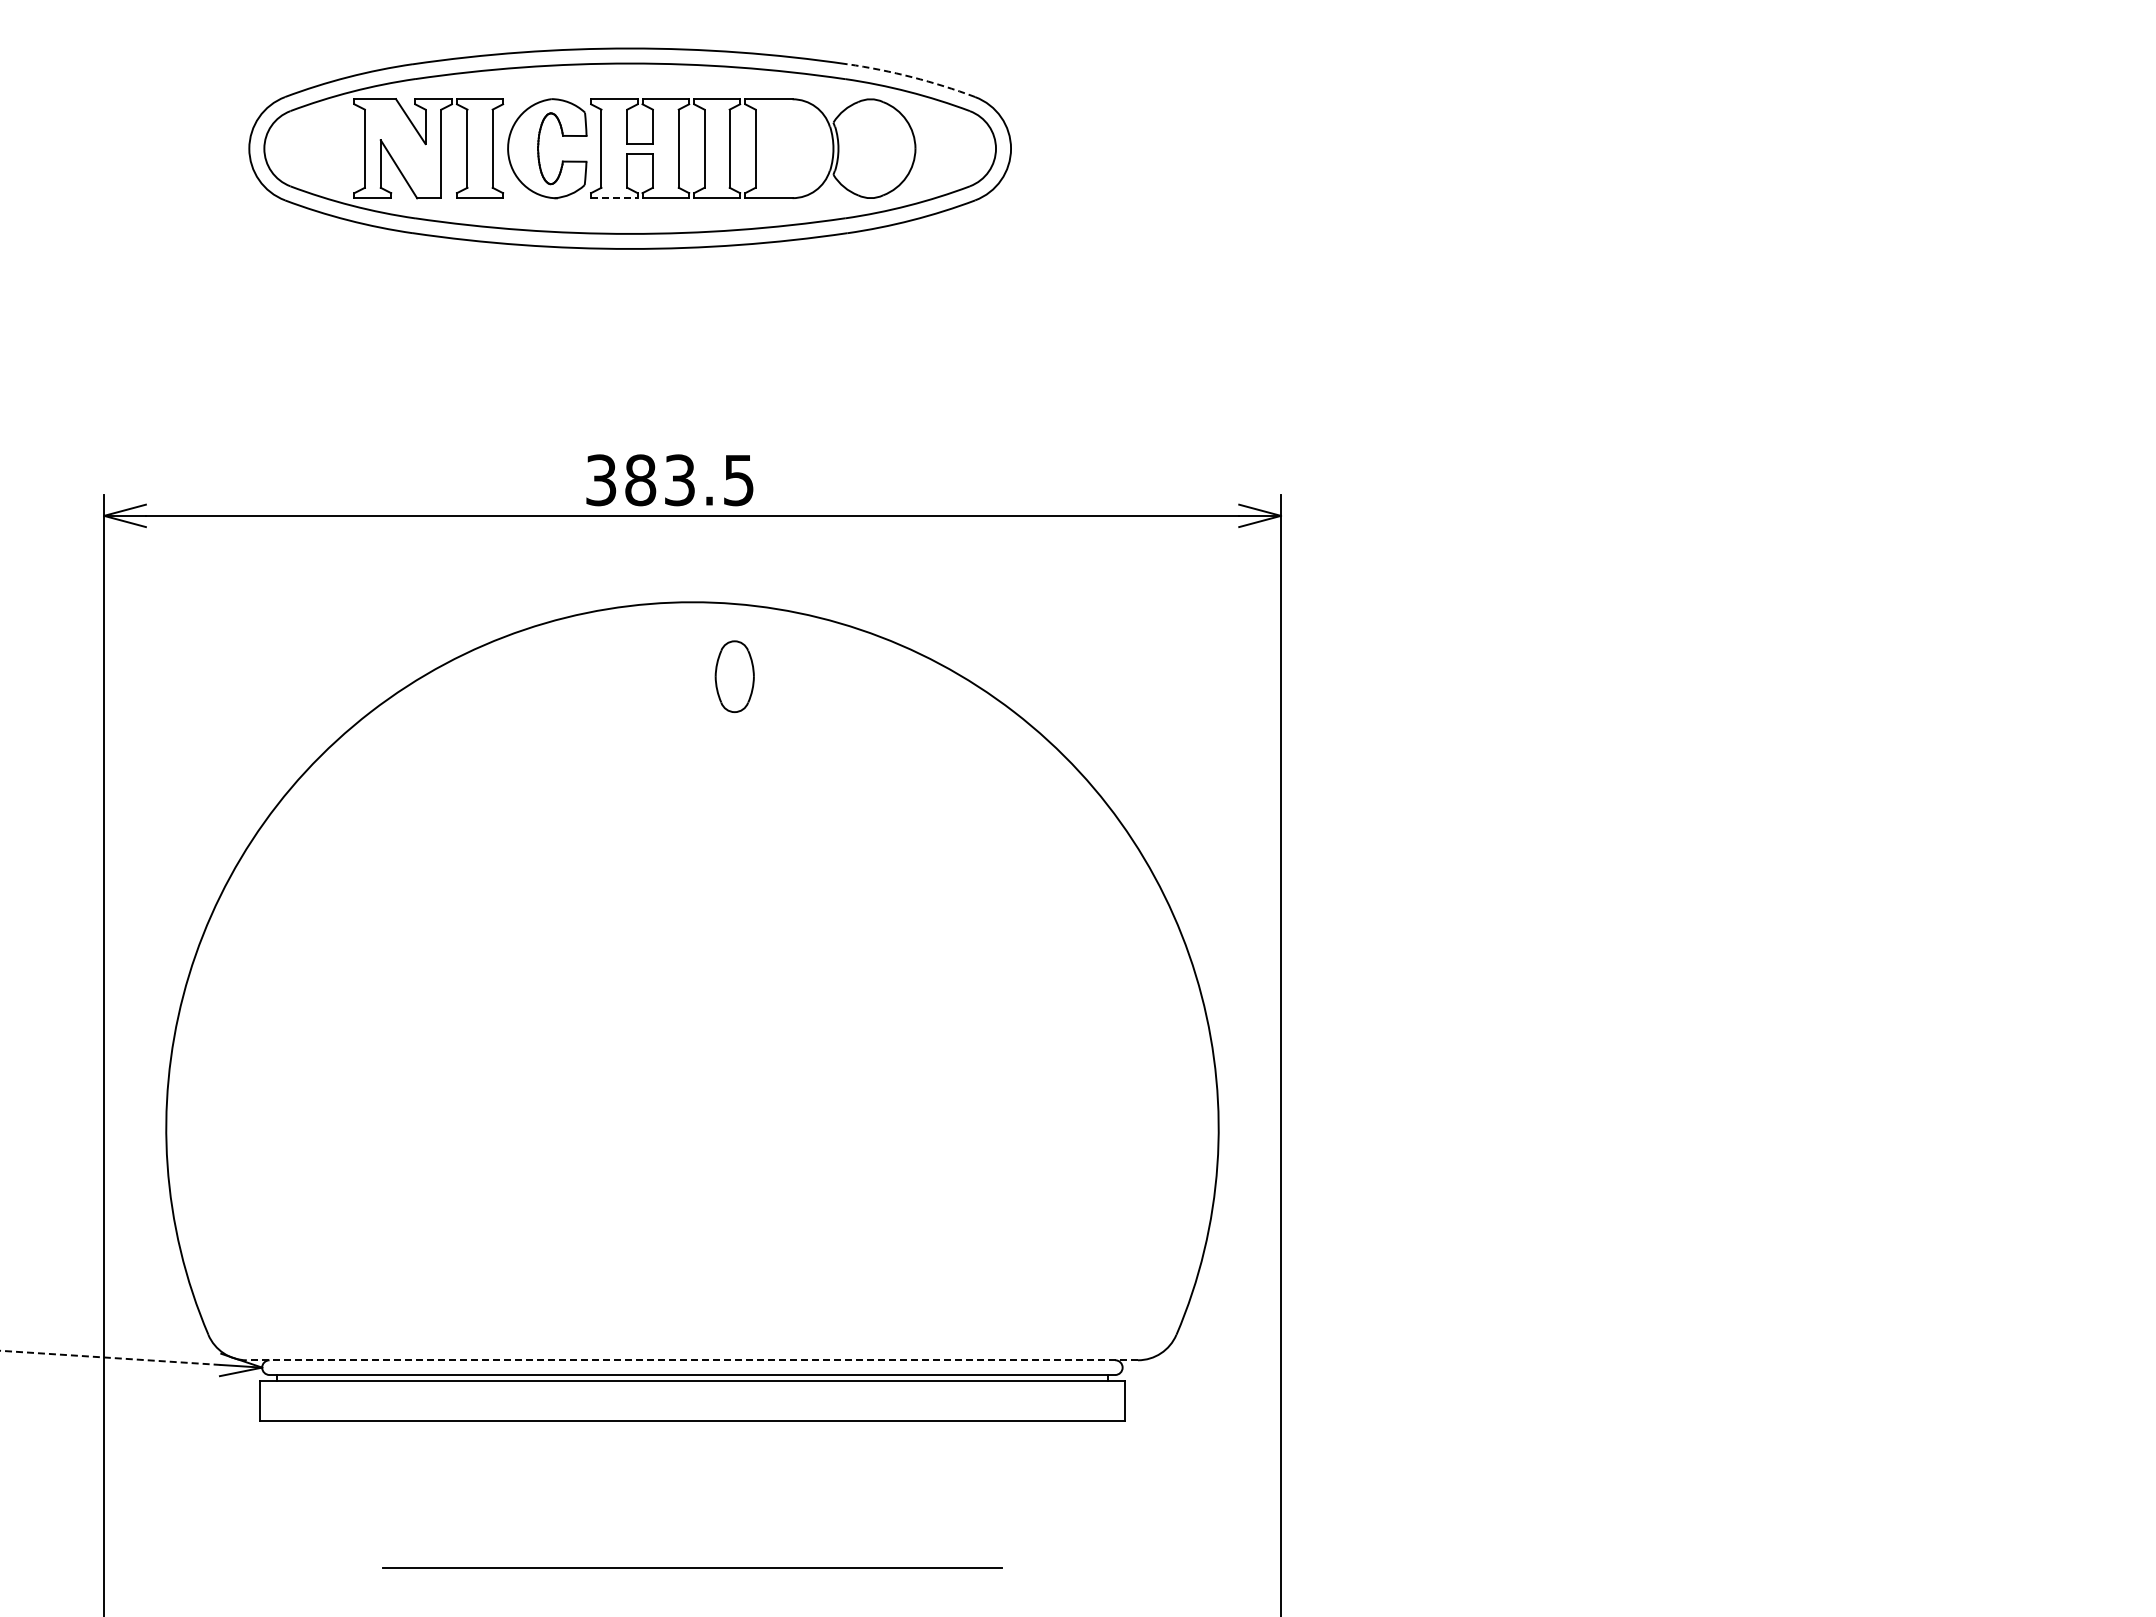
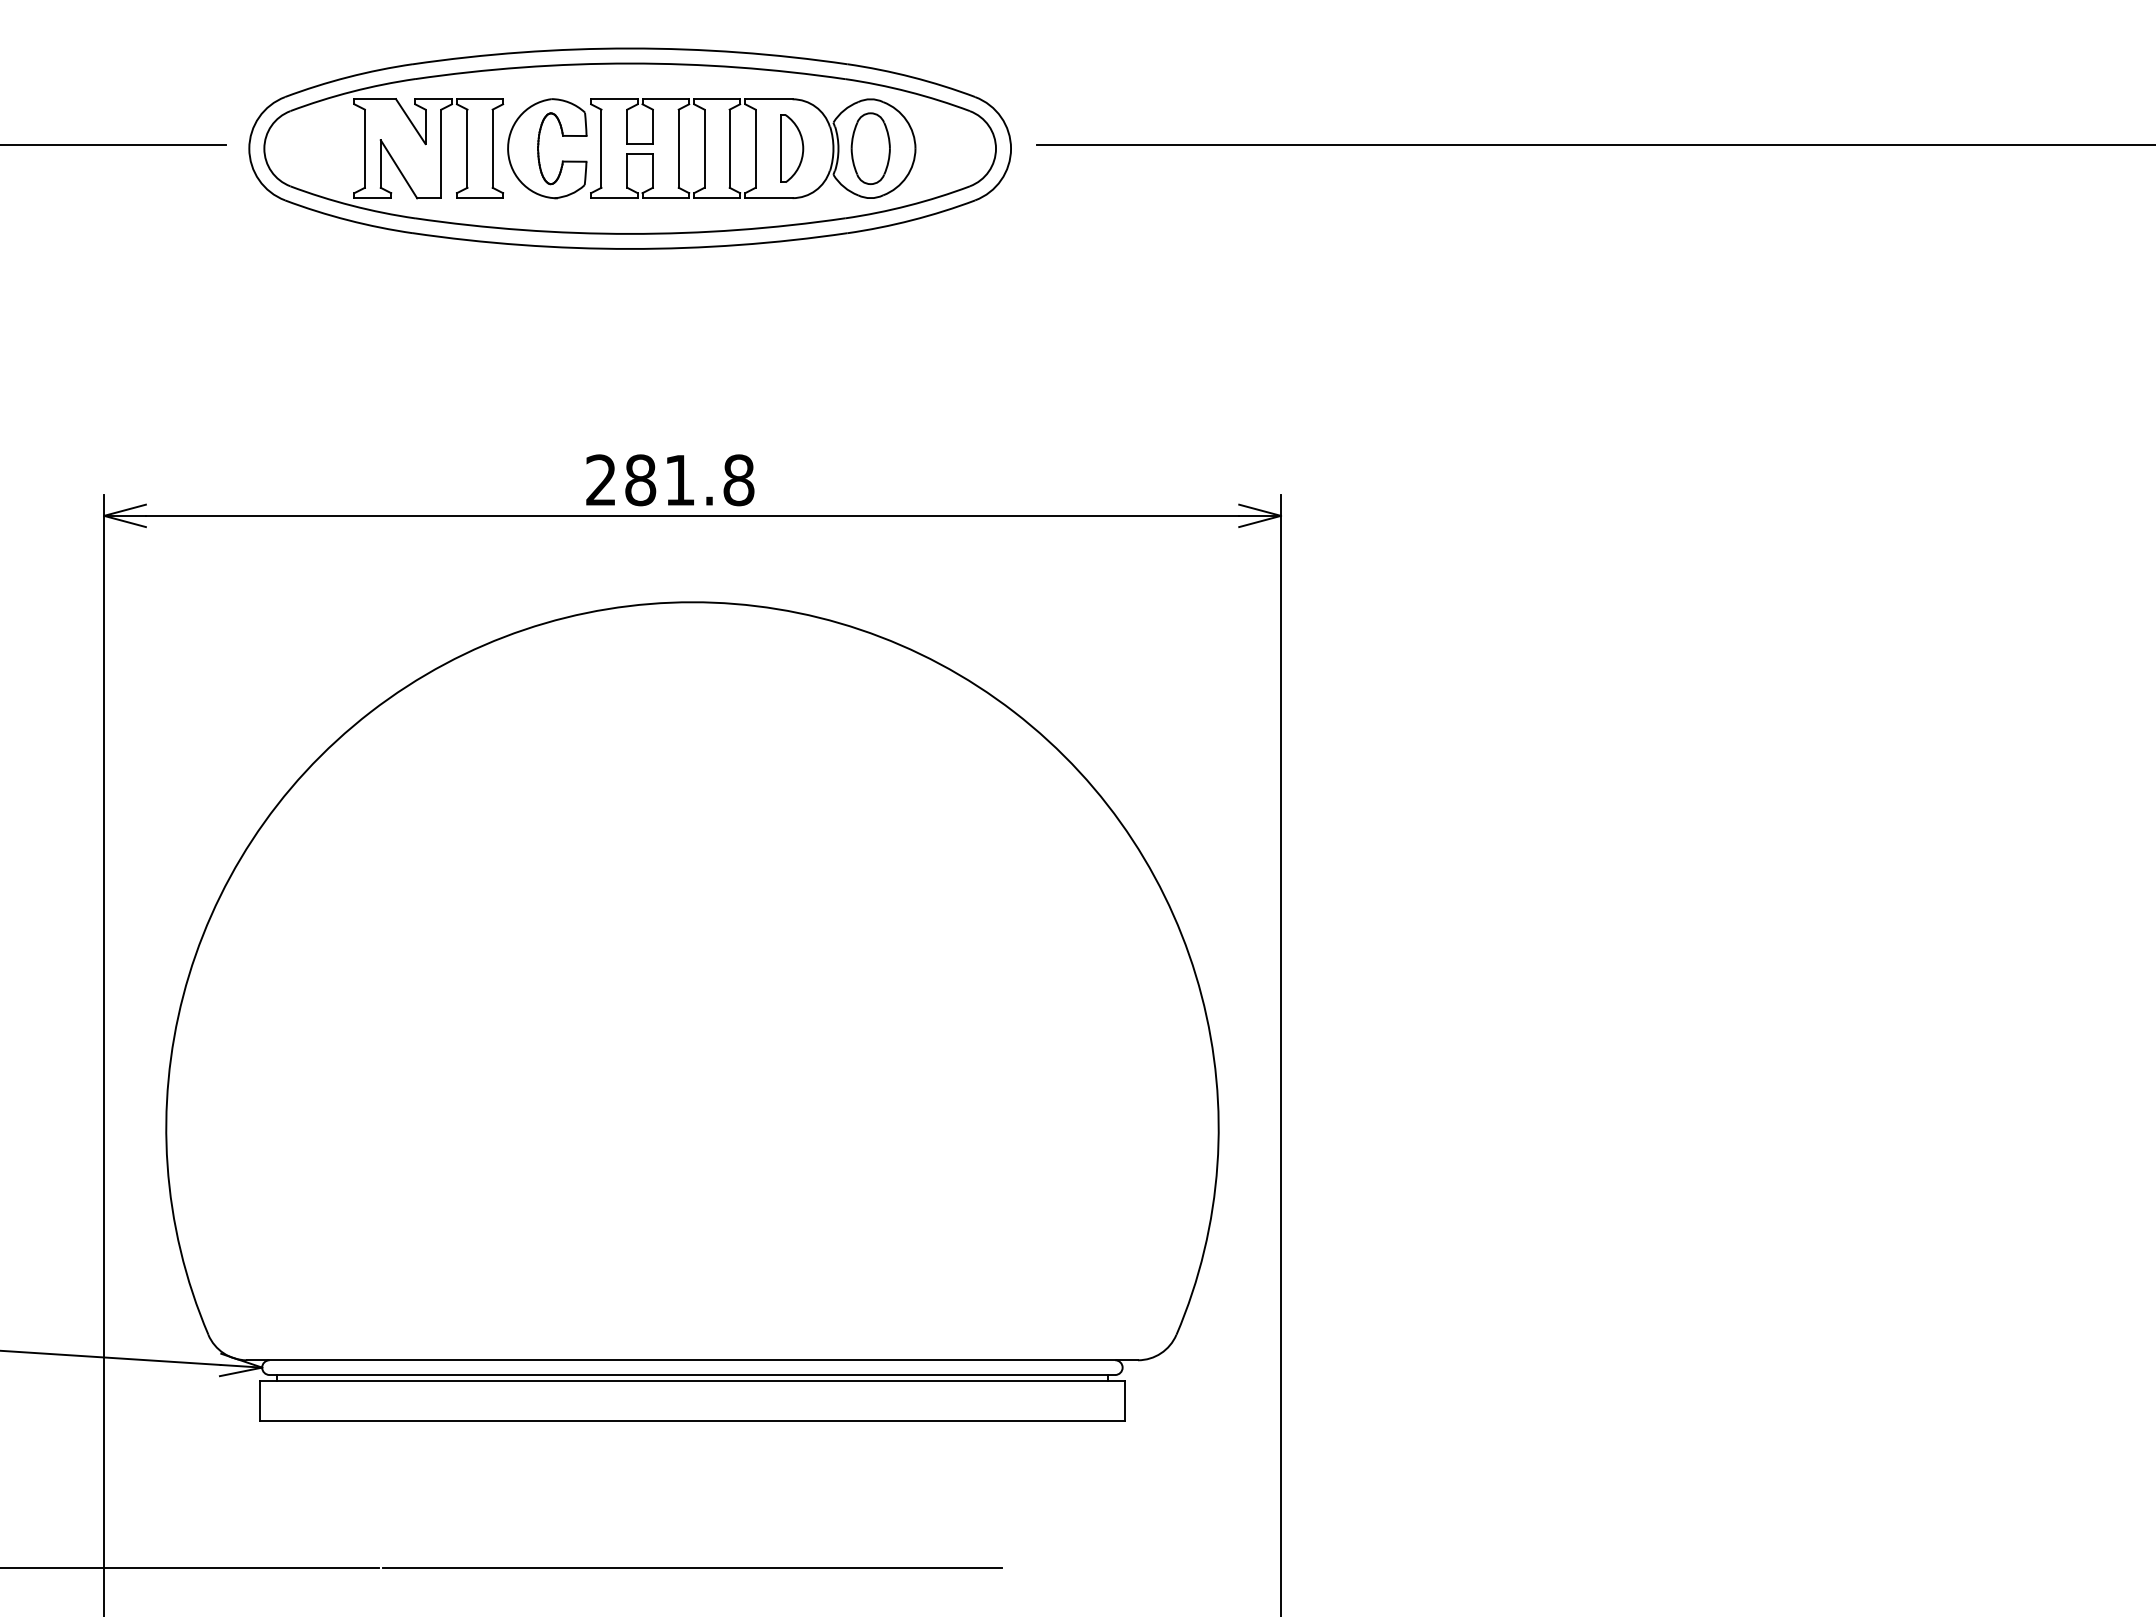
arc at (912, 77): dashed -> solid
line at (114, 145): none -> present
line at (1594, 145): none -> present
part at (792, 148): none -> present
line at (614, 198): dashed -> solid
text at (670, 480): 383.5 -> 281.8
part at (734, 676) position: (734, 676) -> (870, 148)
line at (110, 1357): dashed -> solid
line at (692, 1360): dashed -> solid
line at (190, 1568): none -> present
